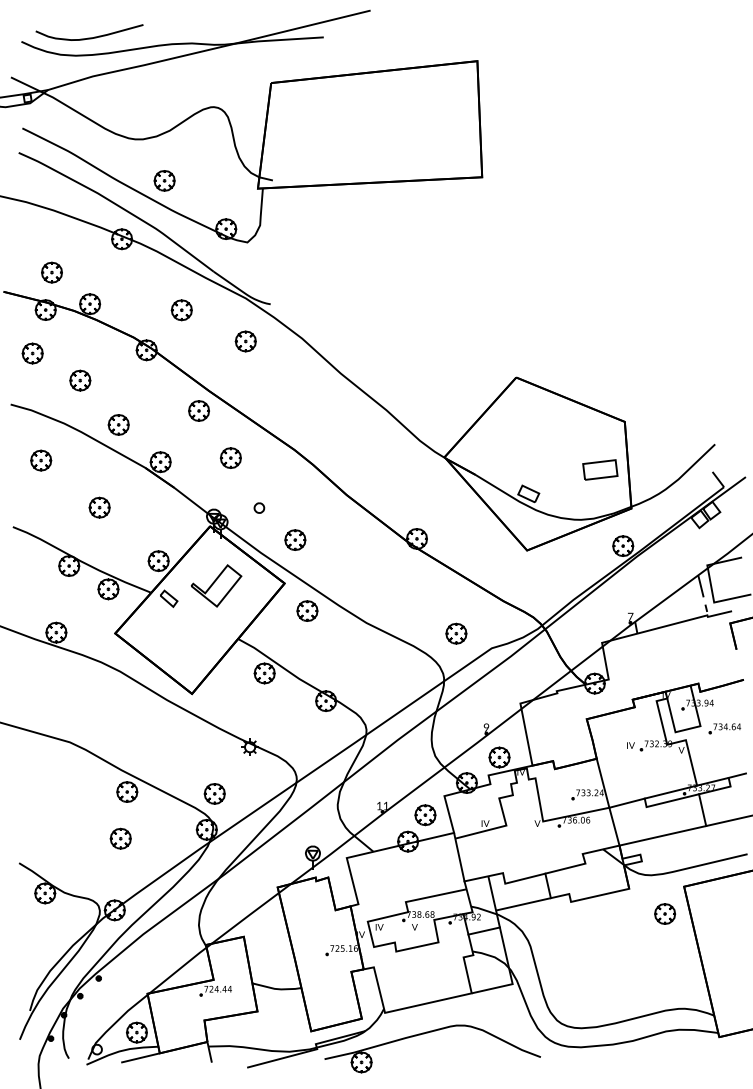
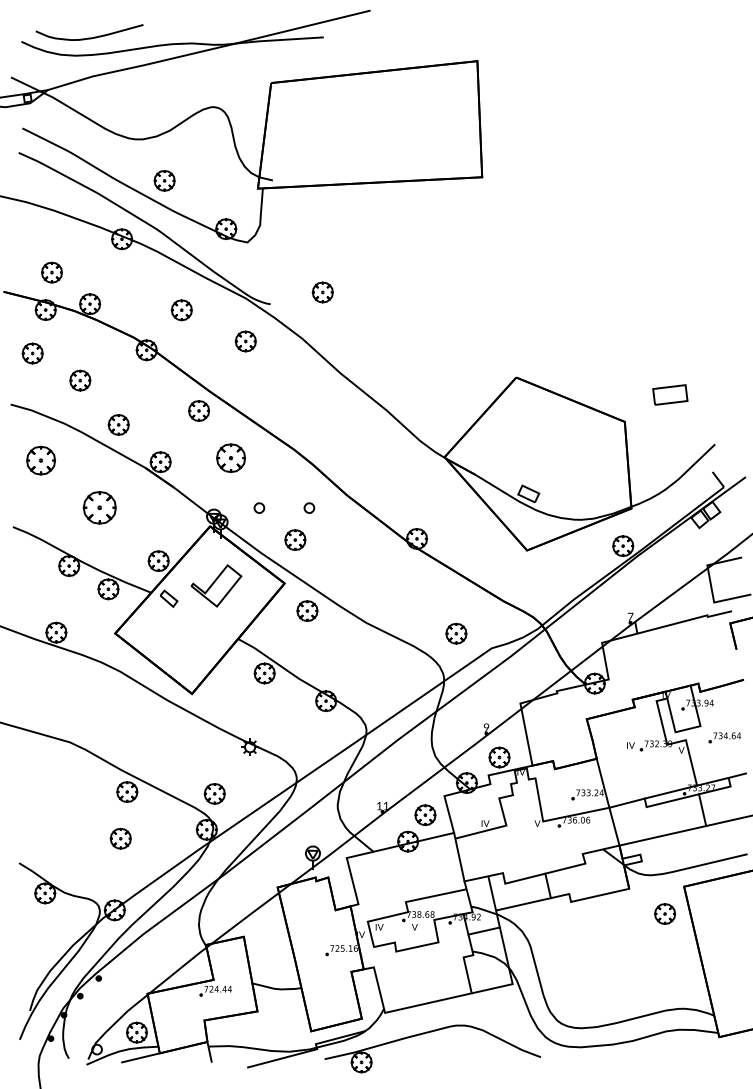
part at (322, 292): none -> present
part at (230, 457) size: 23x22 px -> 31x30 px
part at (41, 460) size: 23x23 px -> 31x31 px
part at (600, 469) position: (600, 469) -> (670, 394)
part at (99, 507) size: 23x23 px -> 35x34 px
part at (309, 507): none -> present
line at (703, 595): present -> none
part at (724, 728) position: (724, 728) -> (724, 737)
